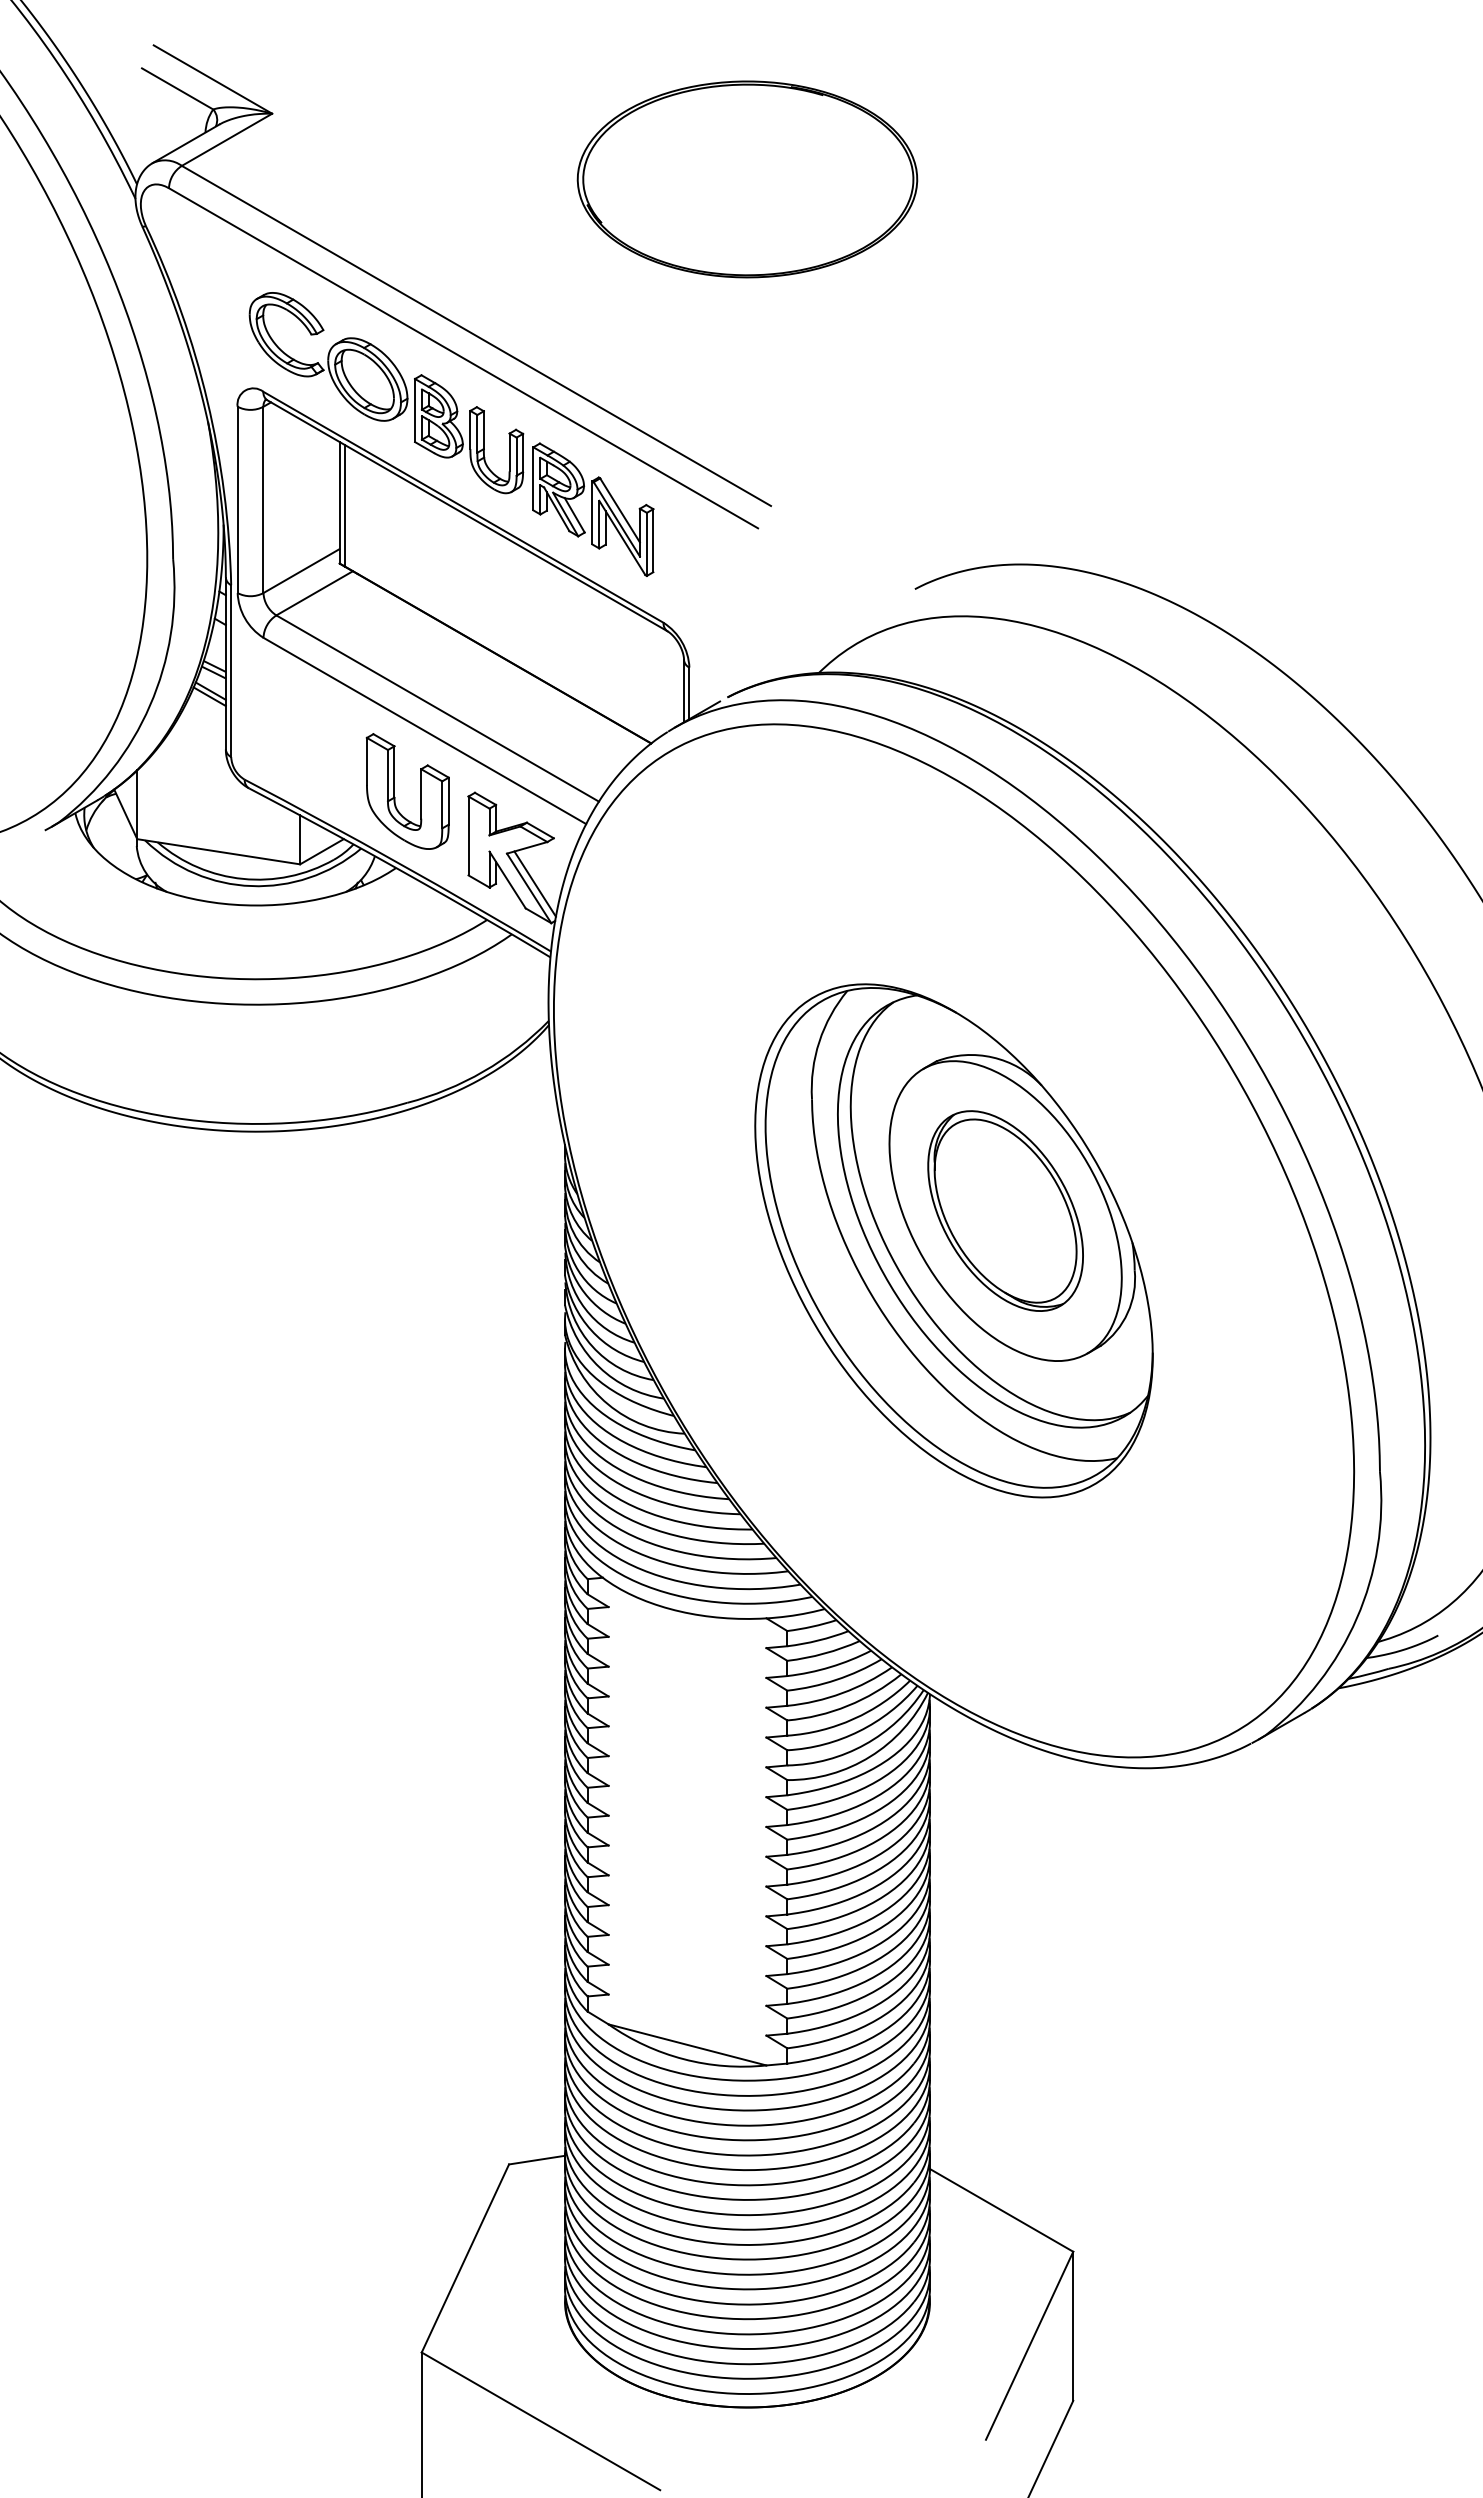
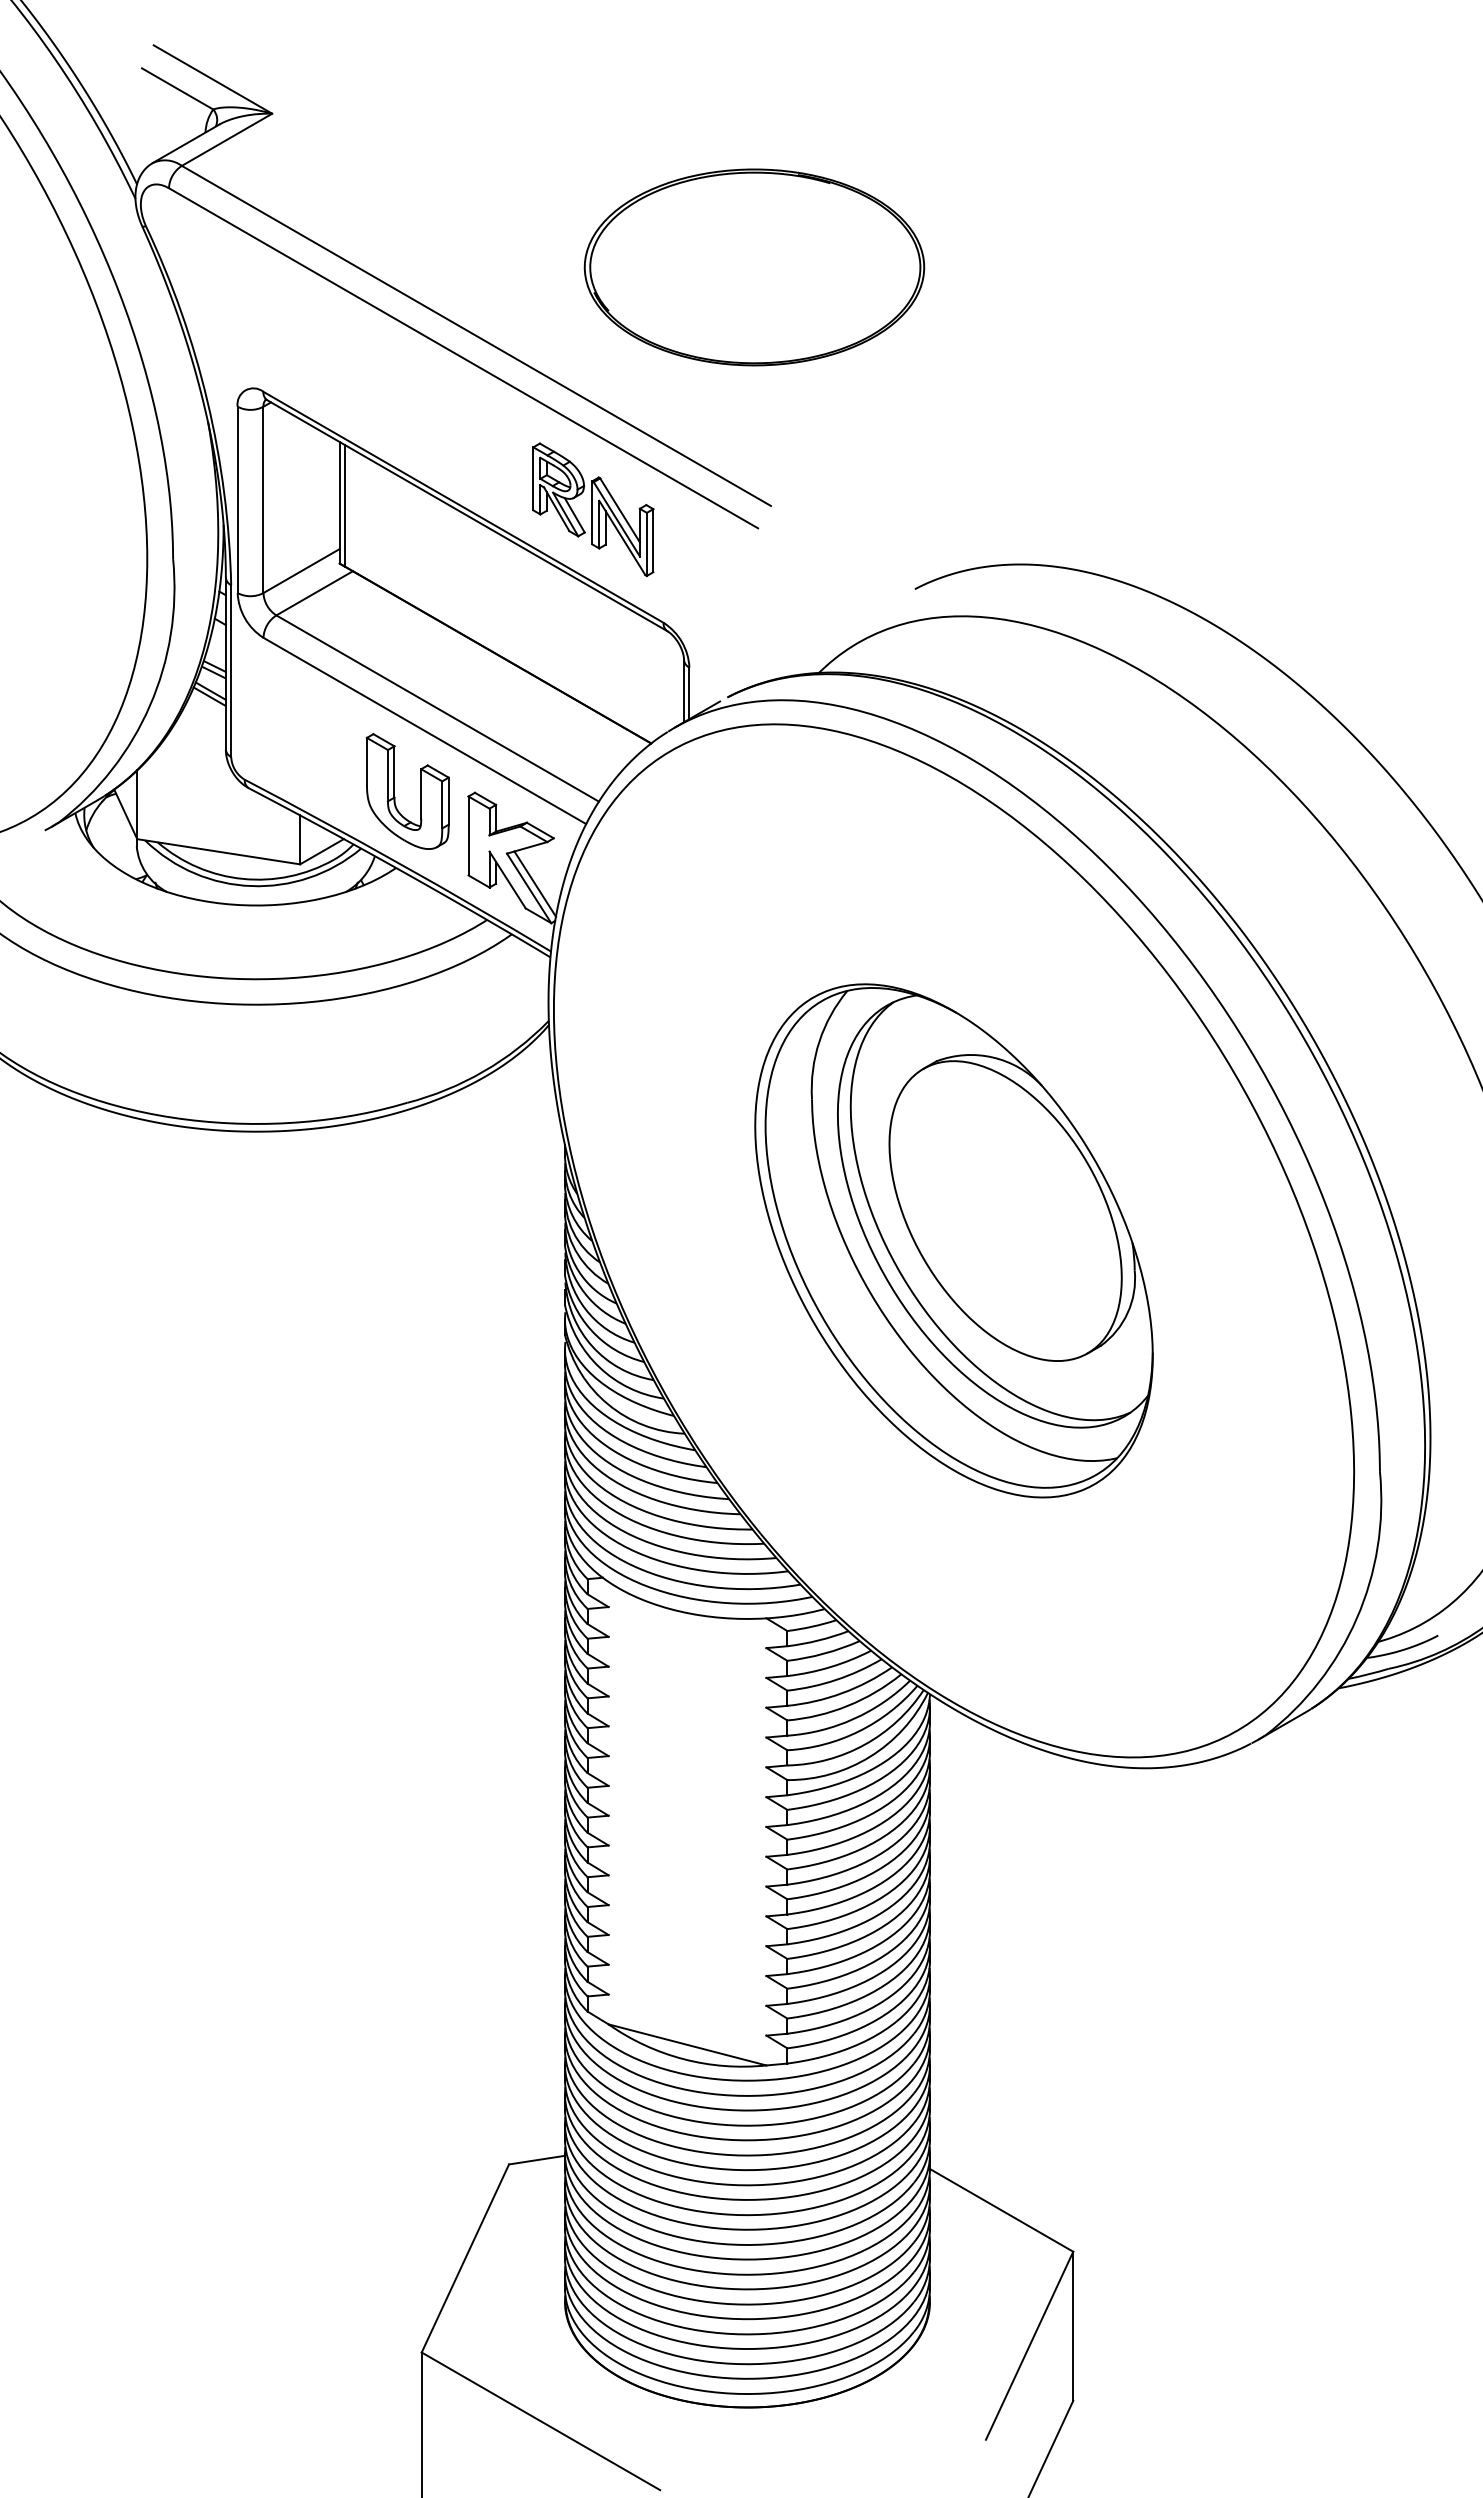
part at (747, 179) position: (747, 179) -> (754, 267)
part at (386, 393): present -> none
part at (1005, 1210): present -> none
